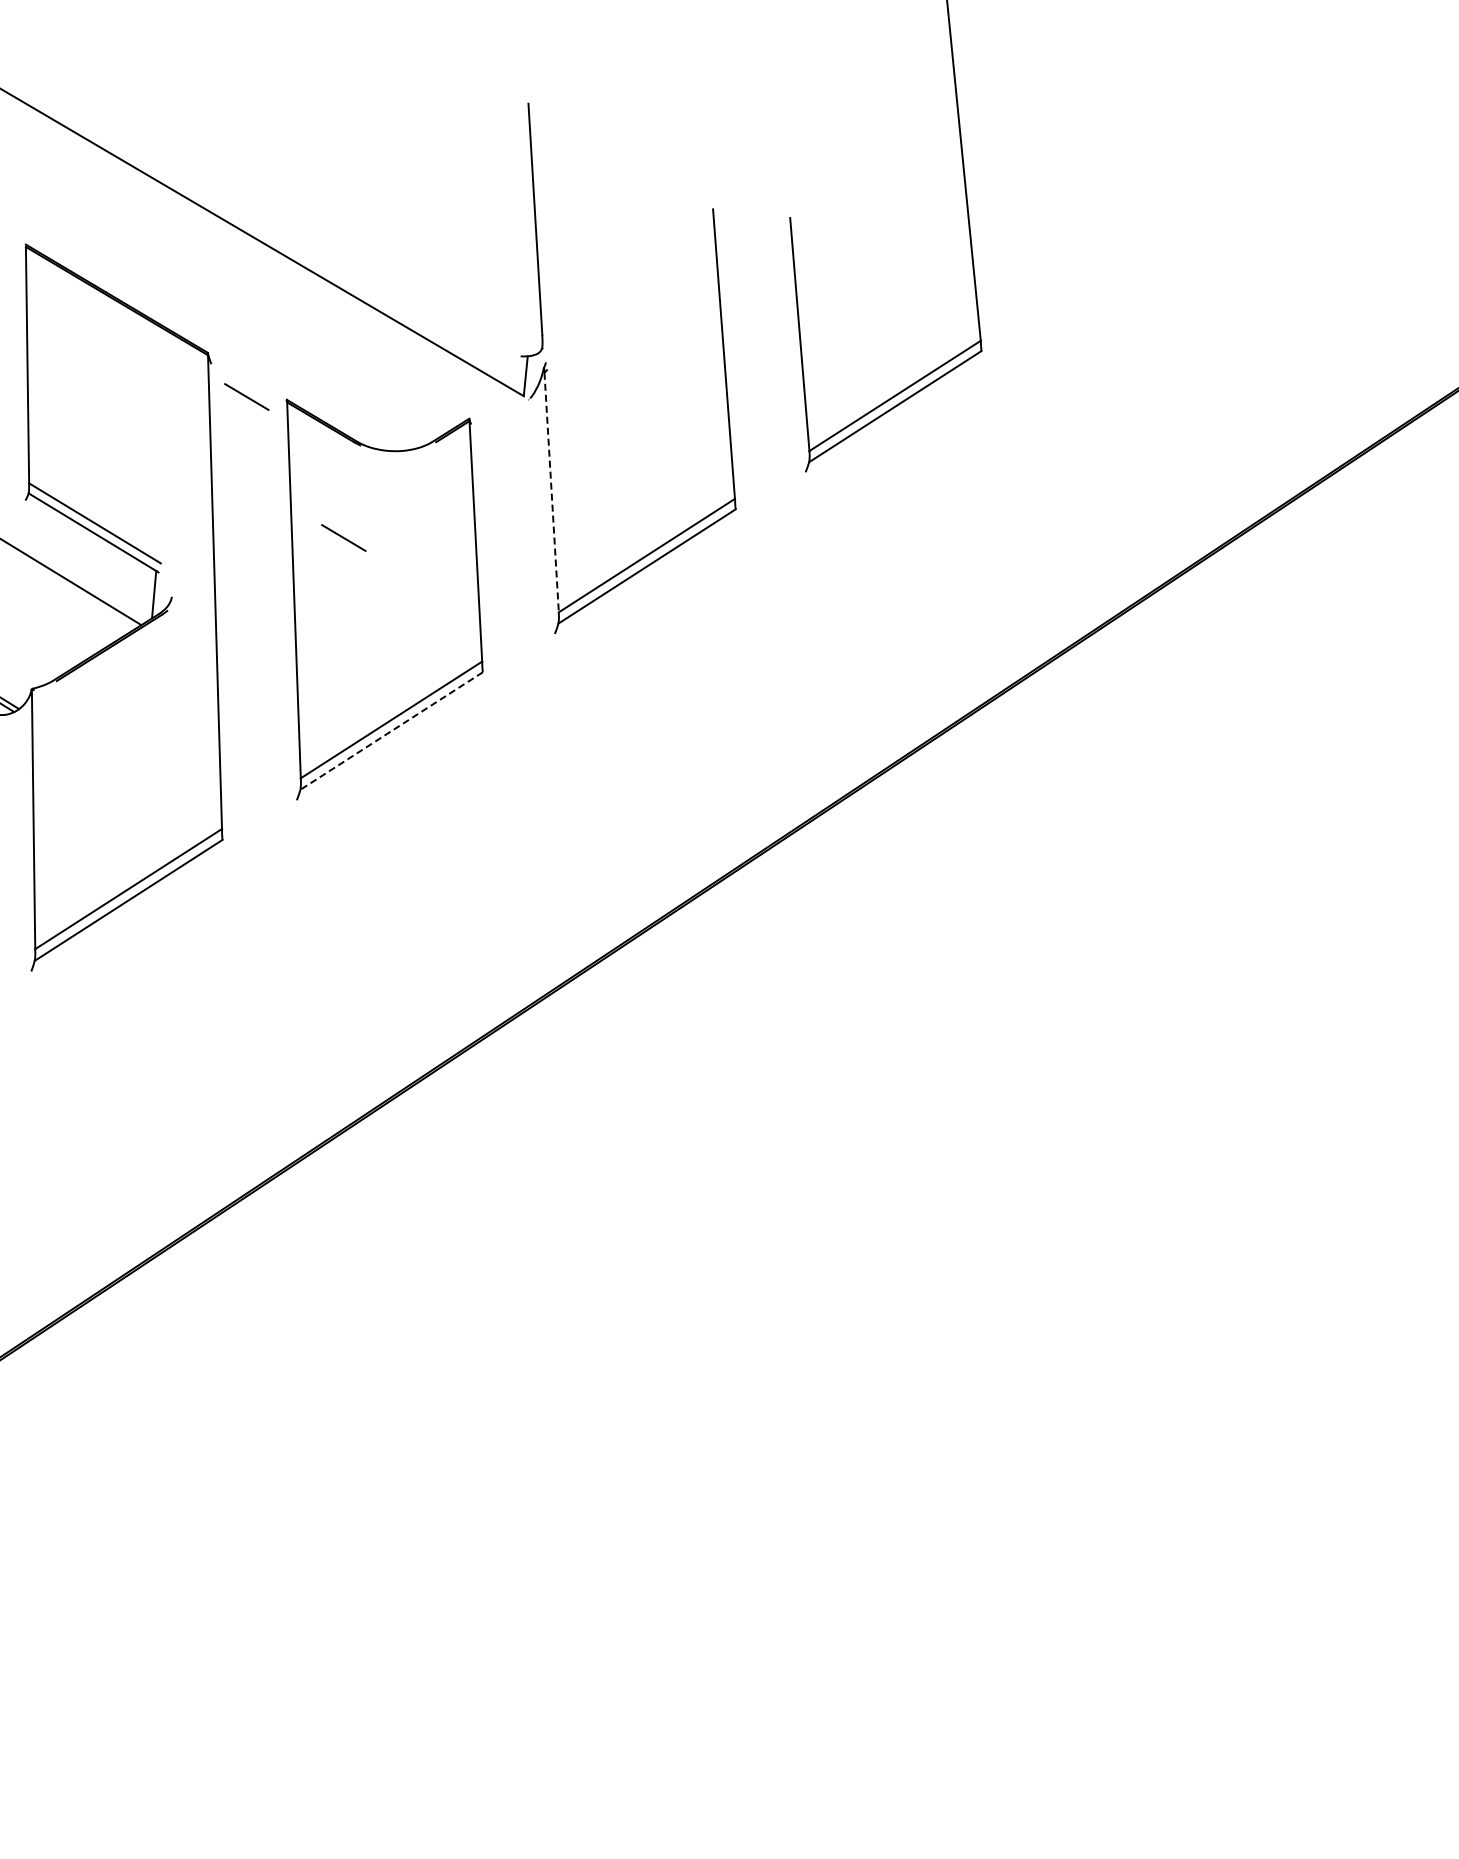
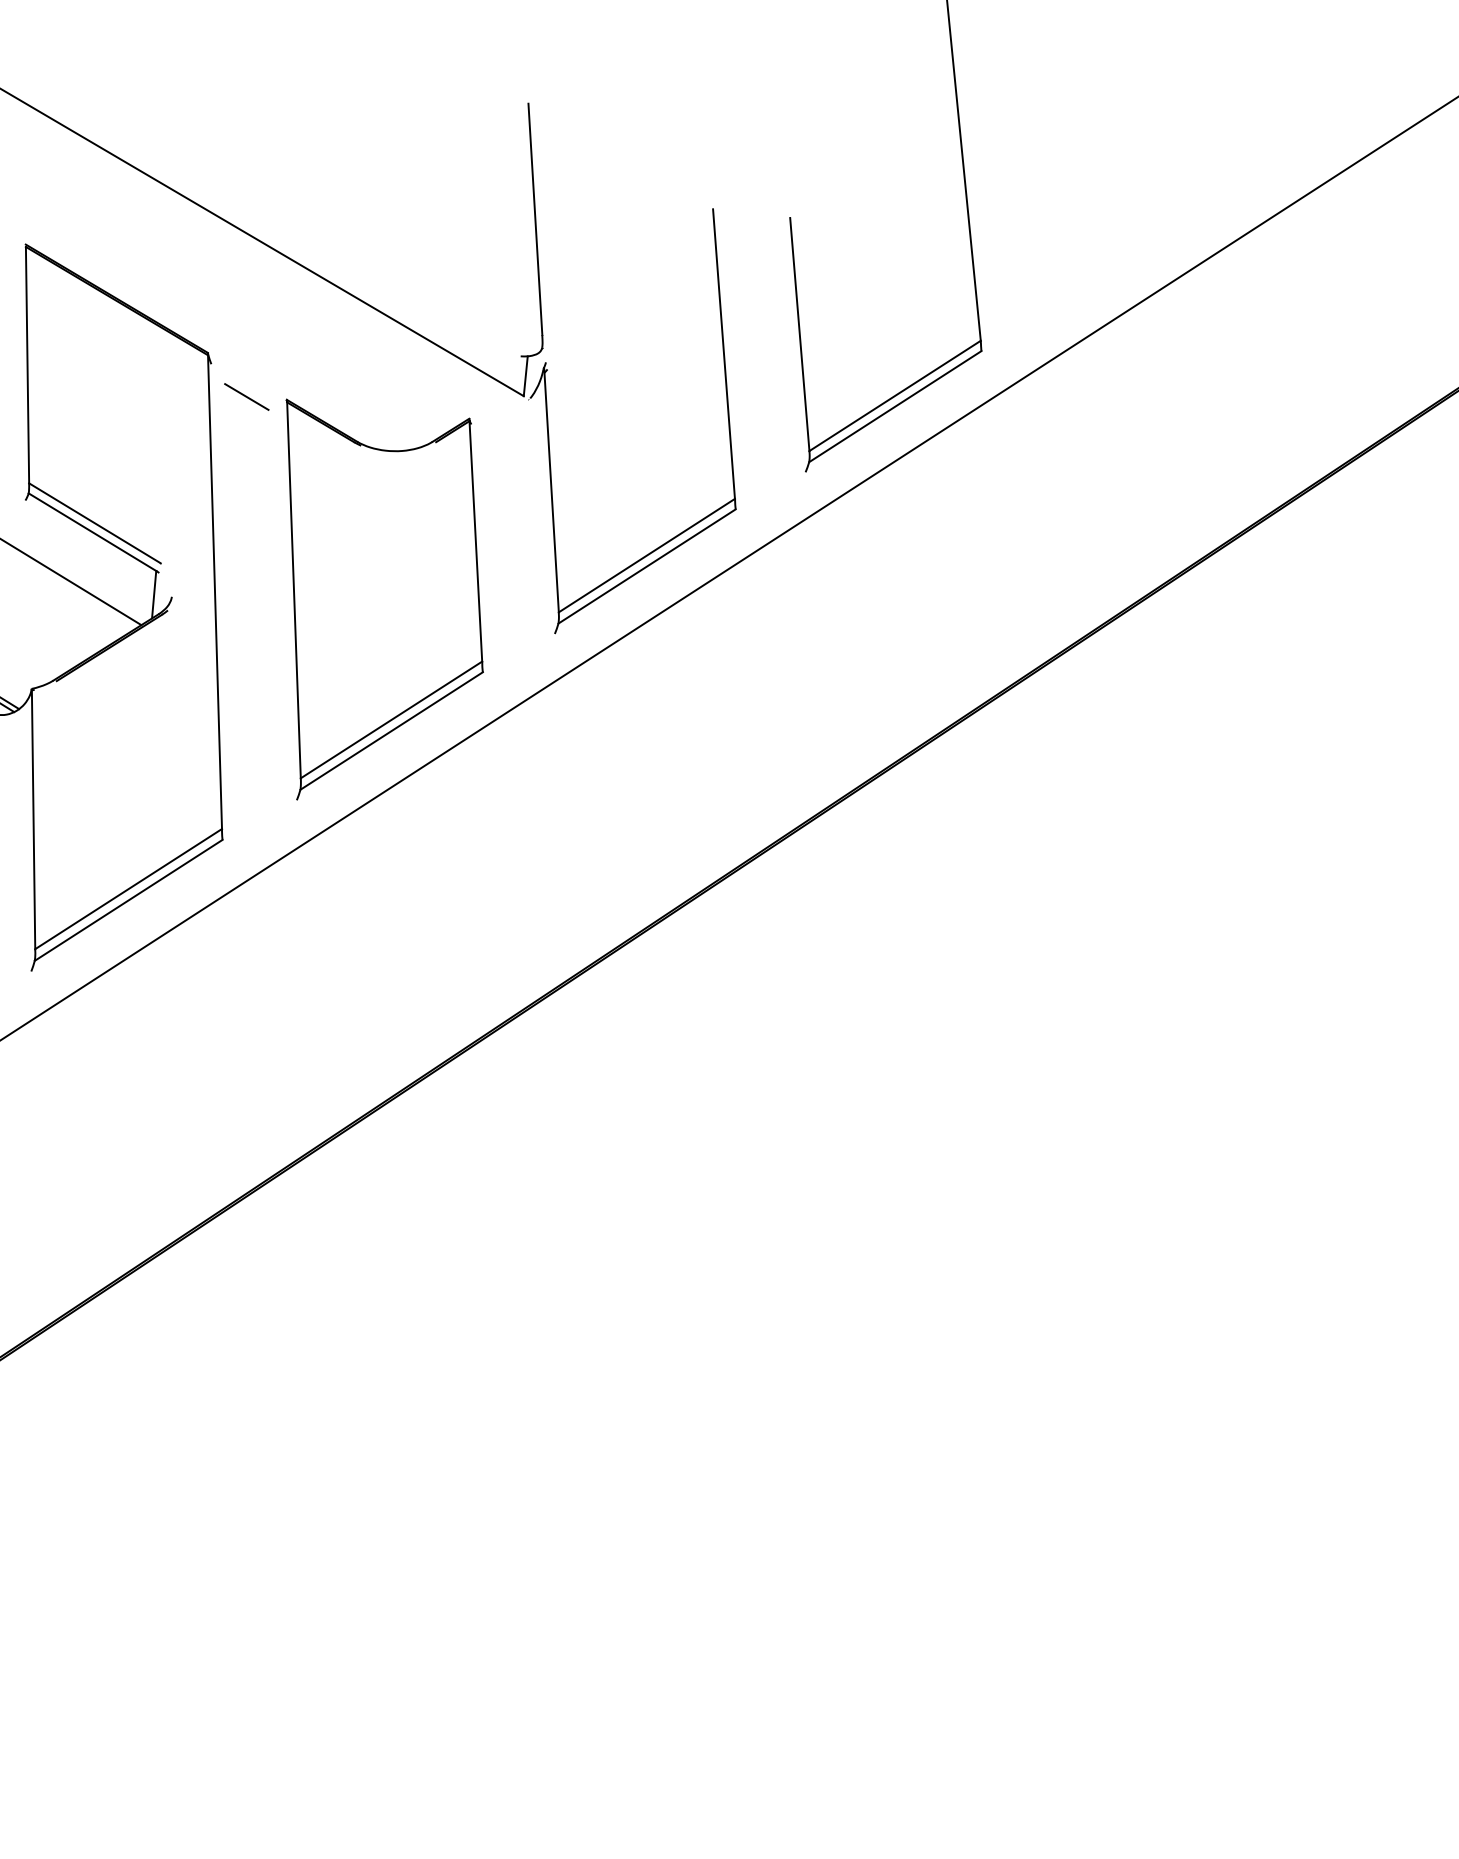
line at (551, 492): dashed -> solid
line at (343, 537): present -> none
line at (728, 568): none -> present
line at (391, 731): dashed -> solid
